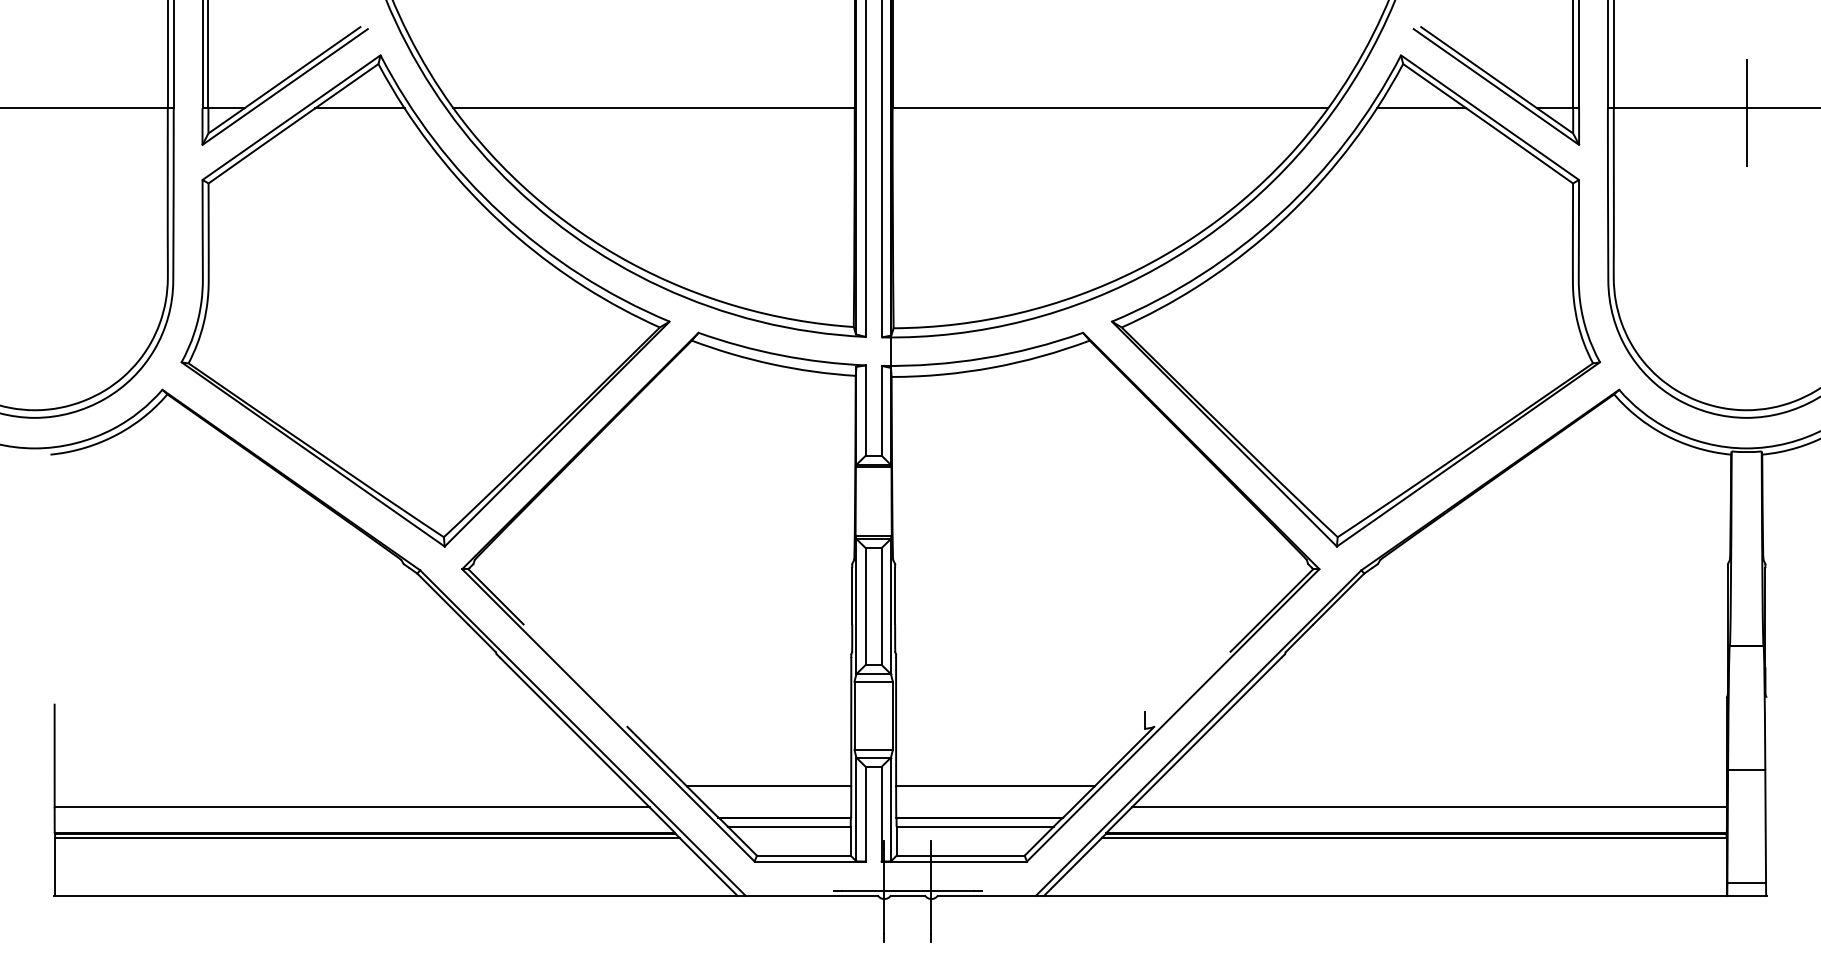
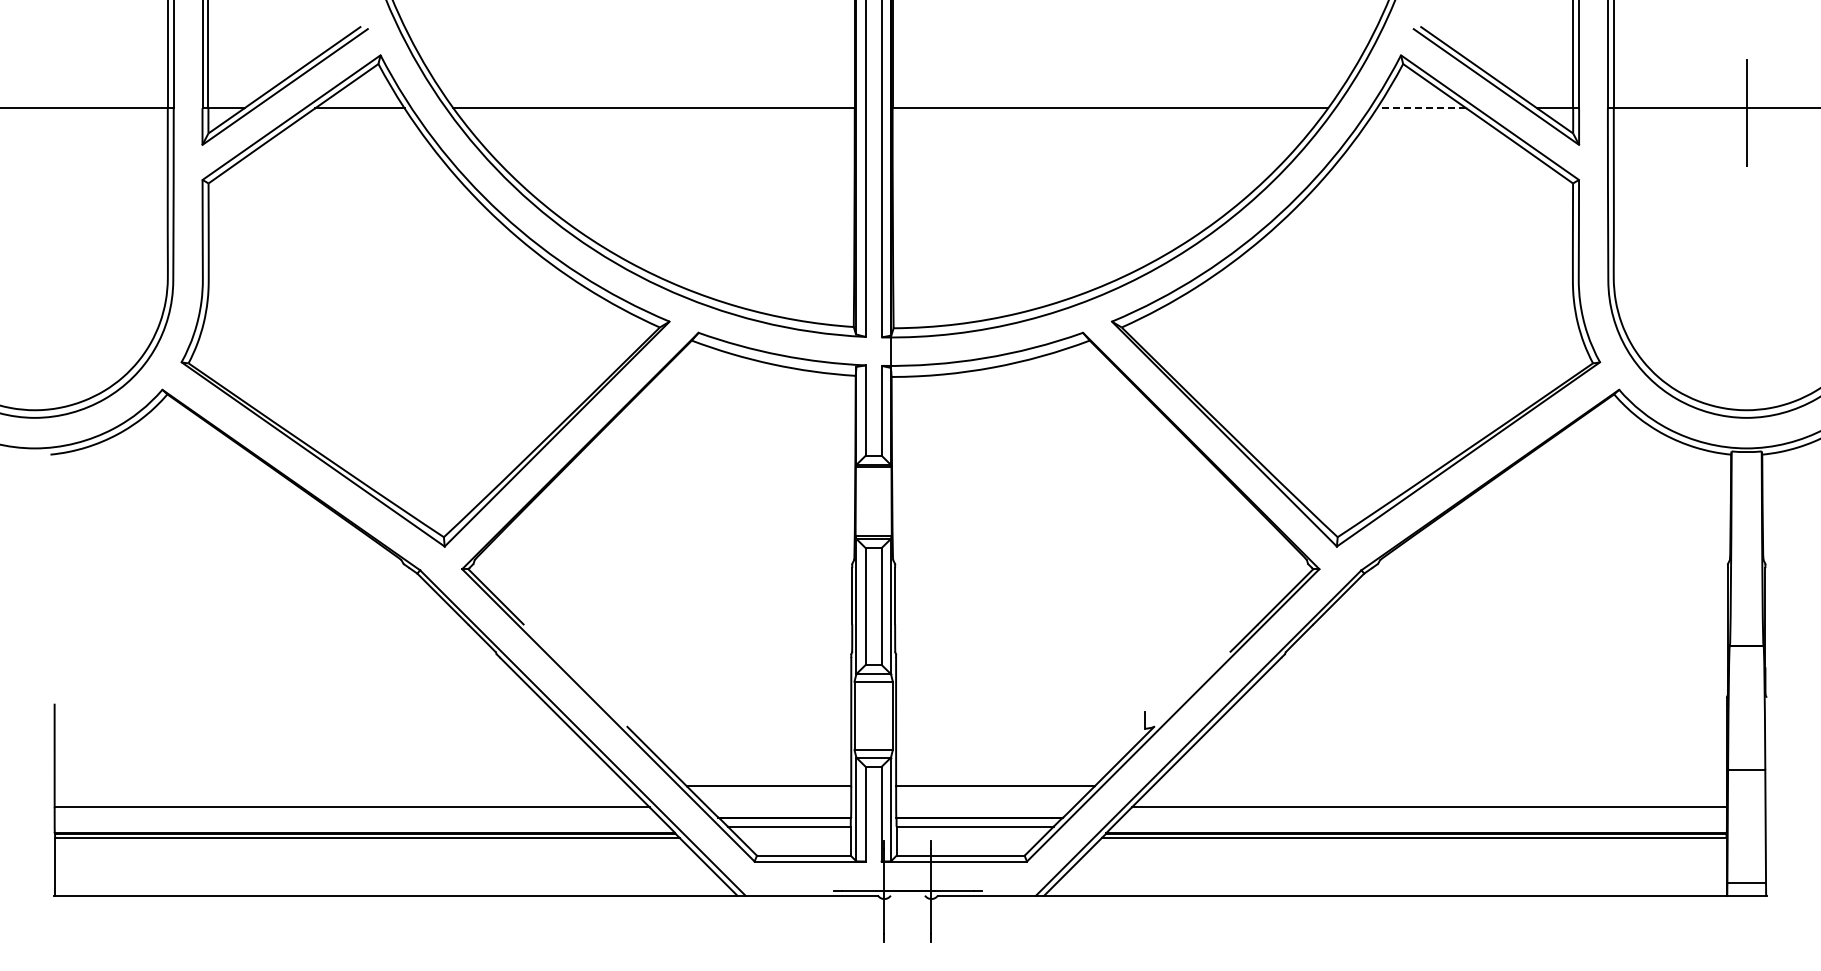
line at (1421, 108): solid -> dashed
line at (907, 895): present -> none
